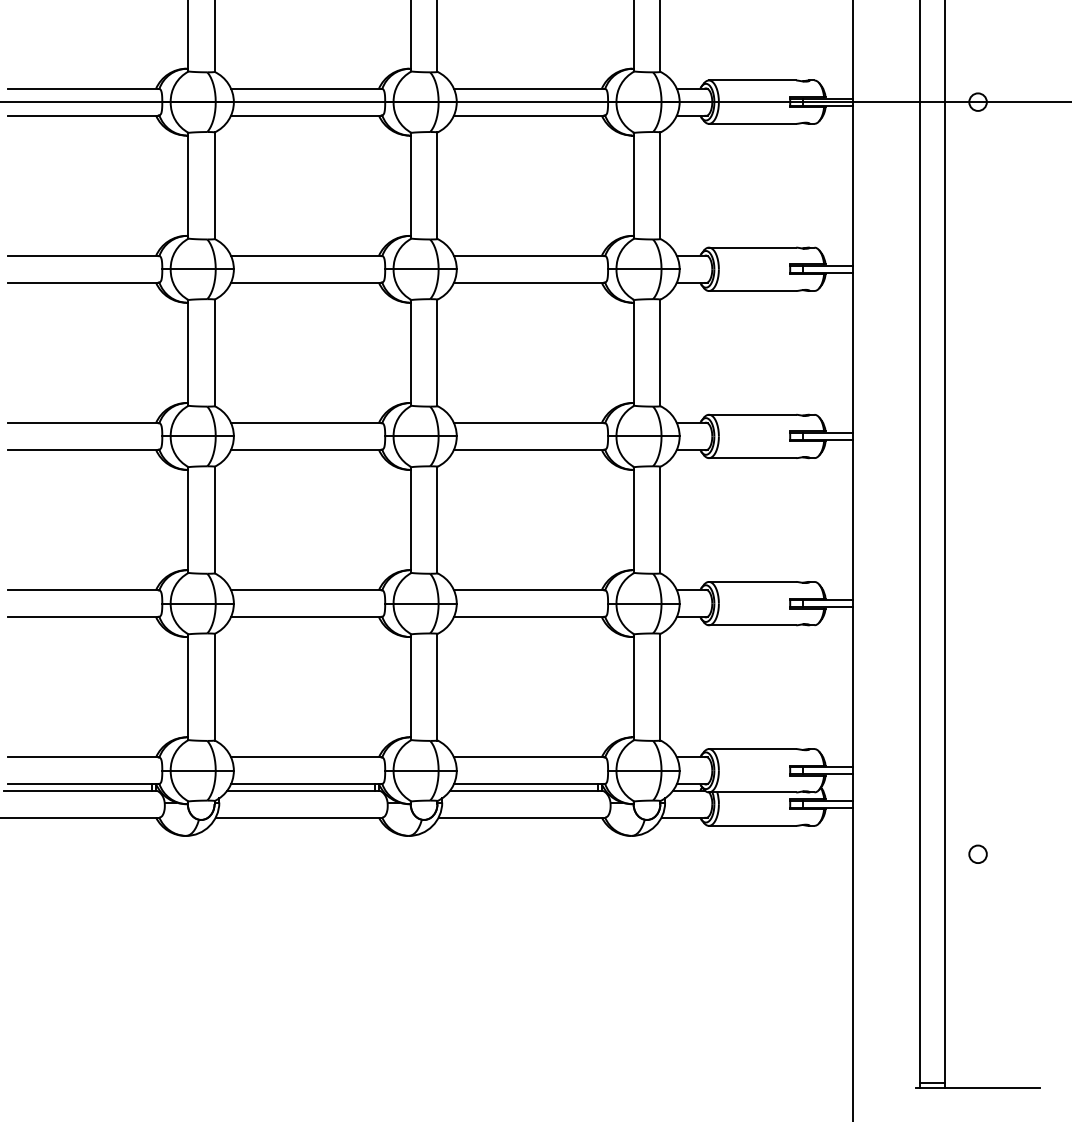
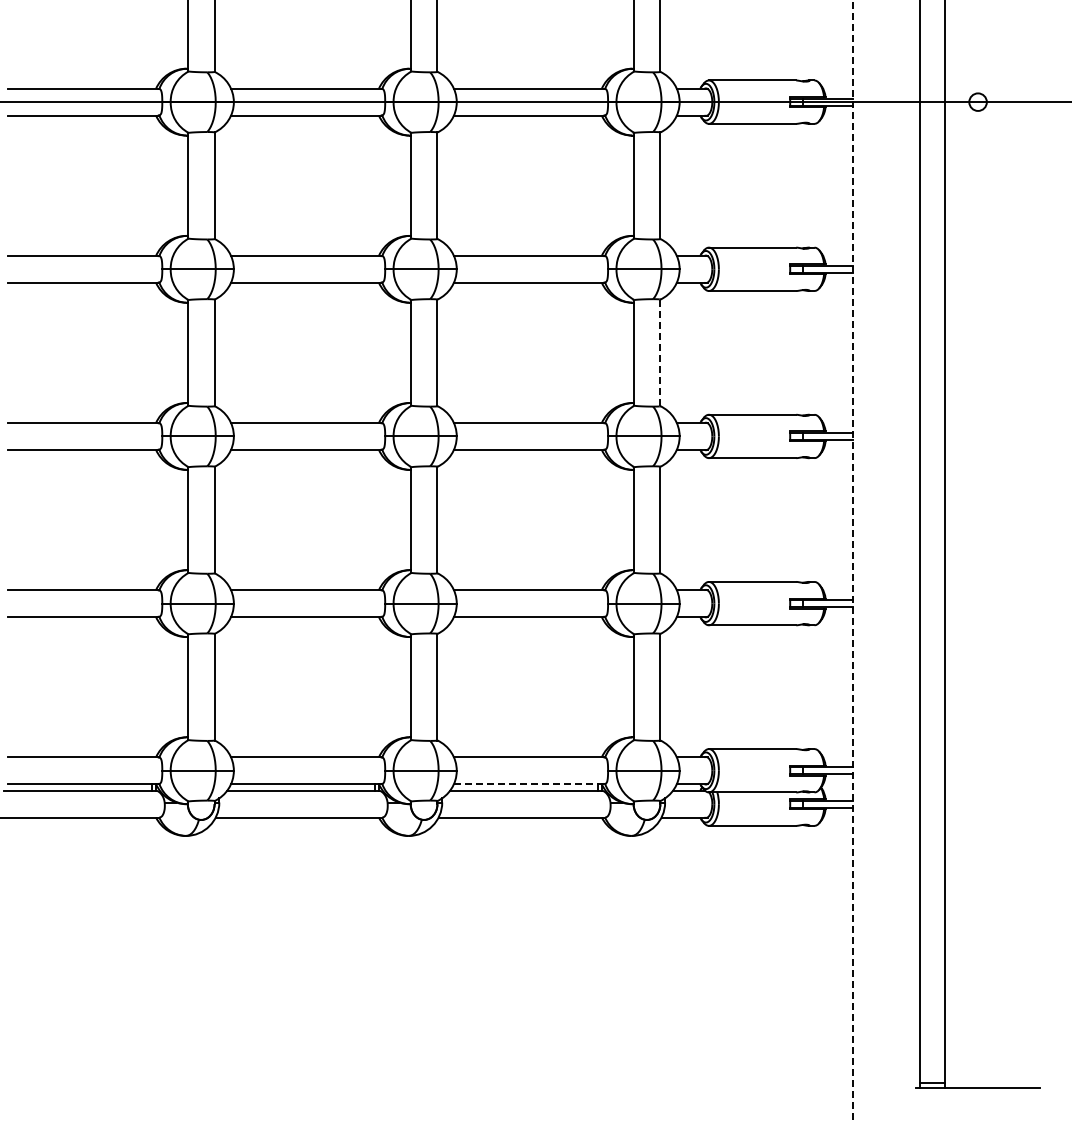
line at (660, 352): solid -> dashed
line at (852, 561): solid -> dashed
line at (529, 784): solid -> dashed
circle at (977, 853): present -> none
